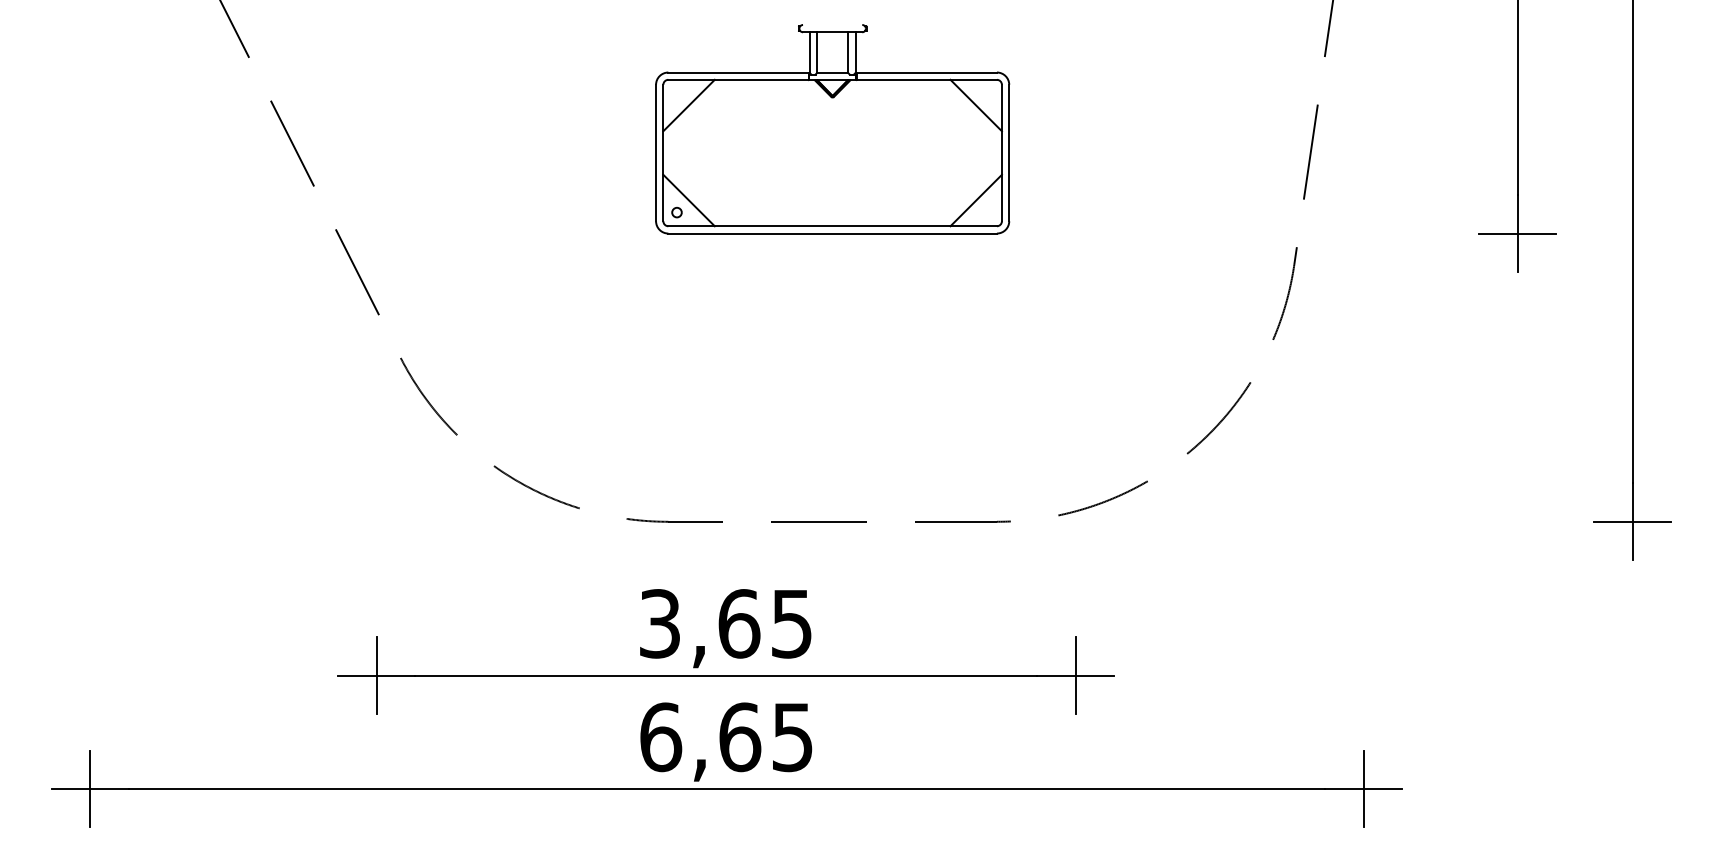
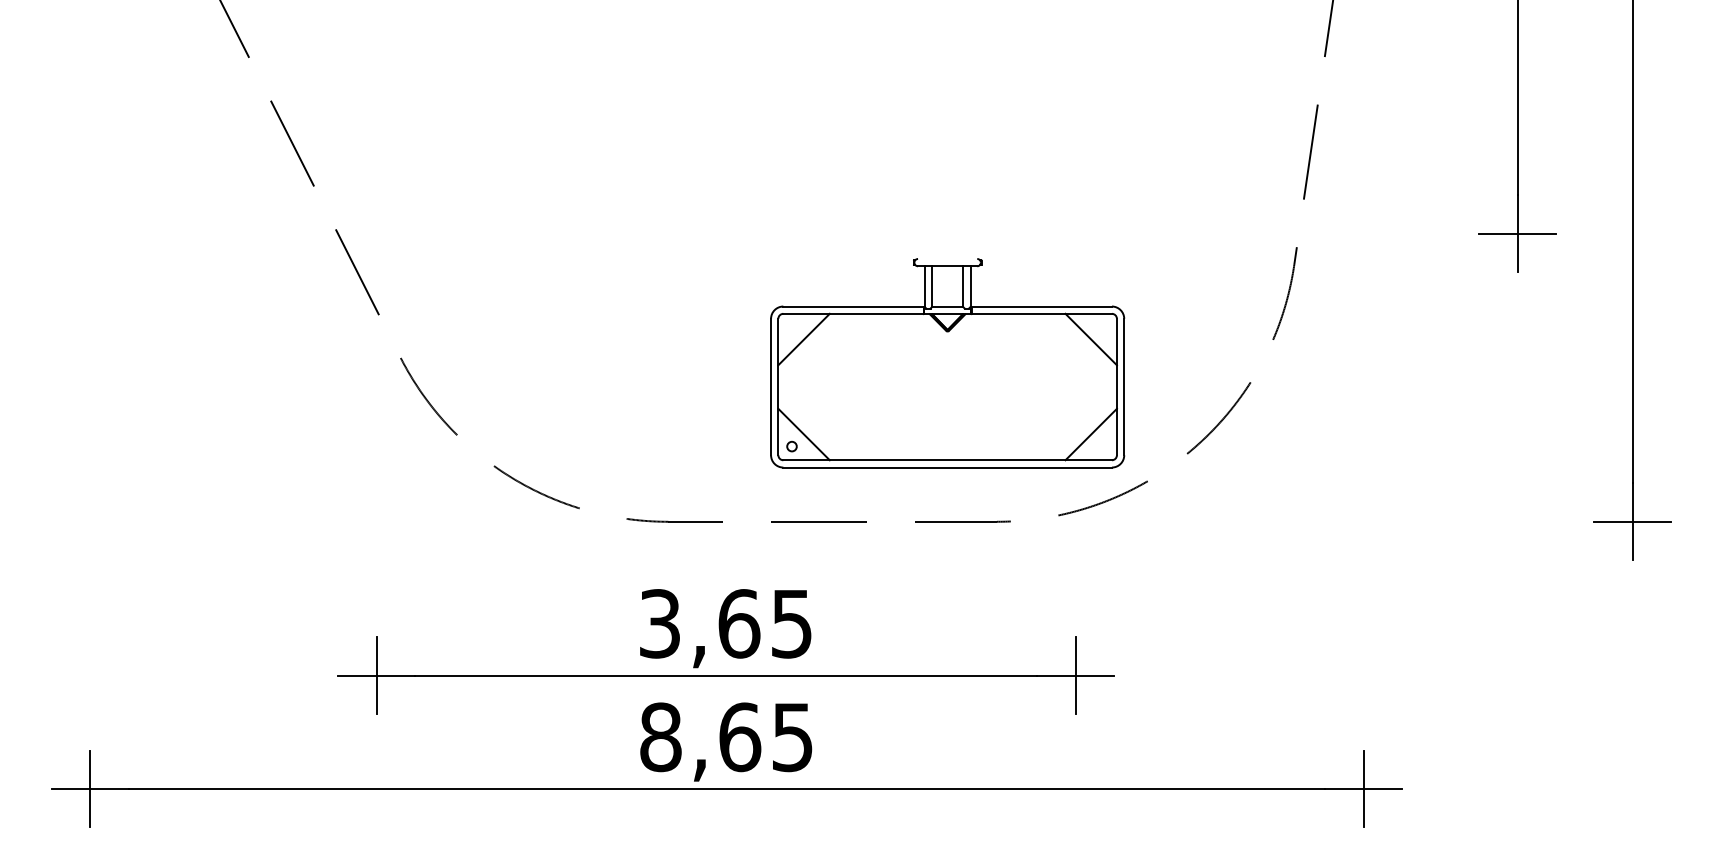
part at (832, 129) position: (832, 129) -> (947, 363)
text at (661, 737): 6,65 -> 8,65
